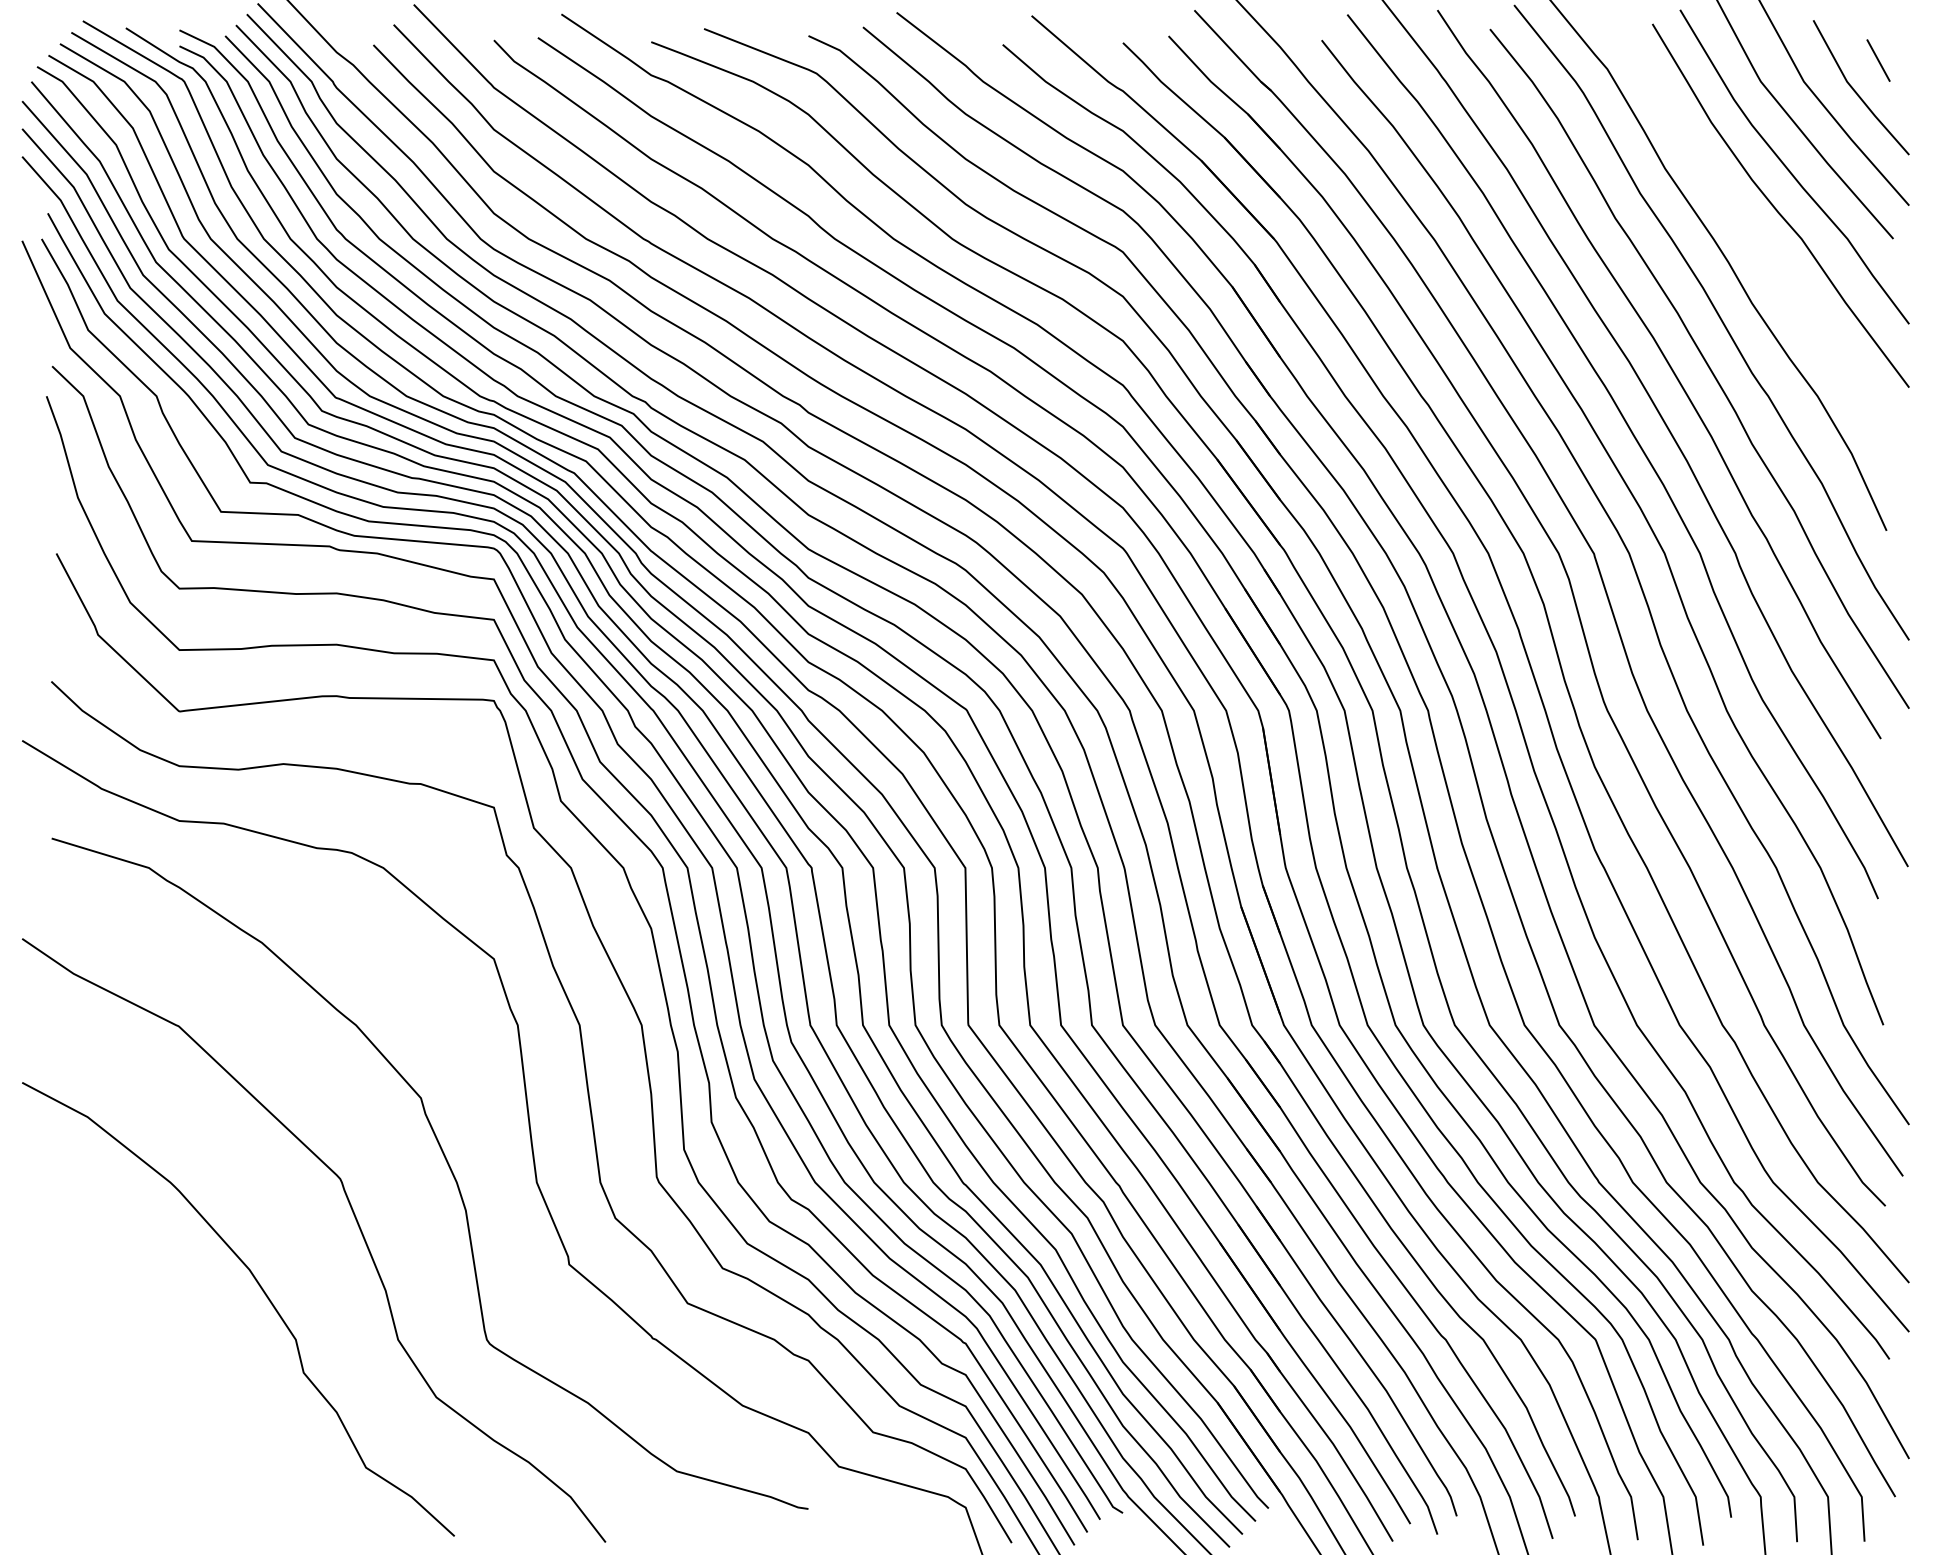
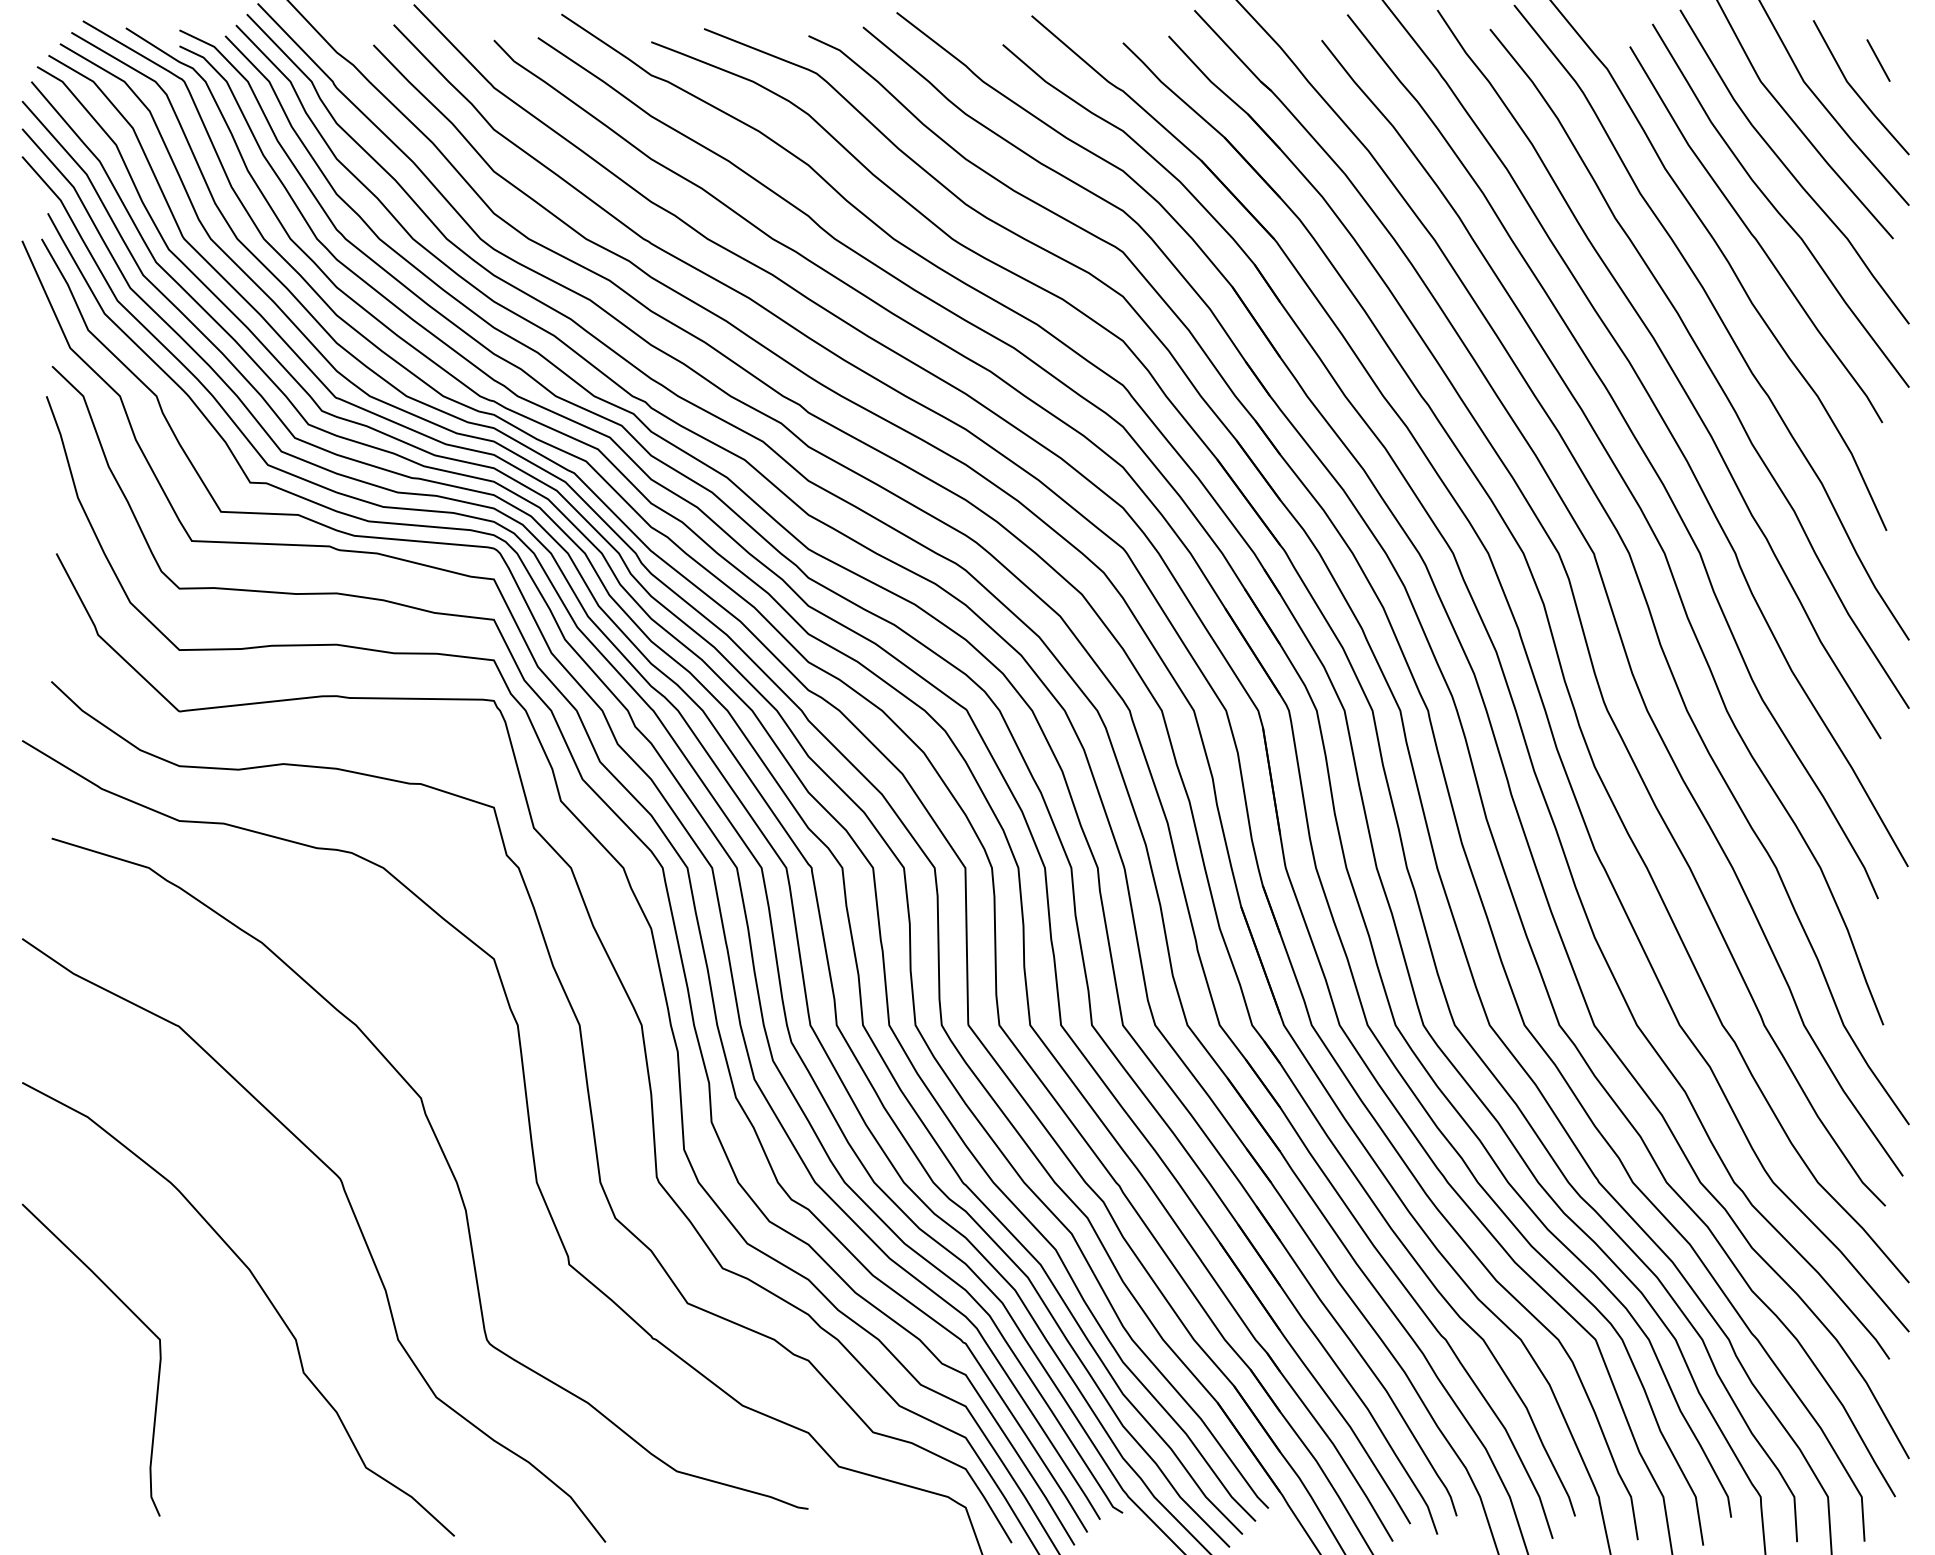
curve at (1754, 236): none -> present
curve at (134, 1315): none -> present
